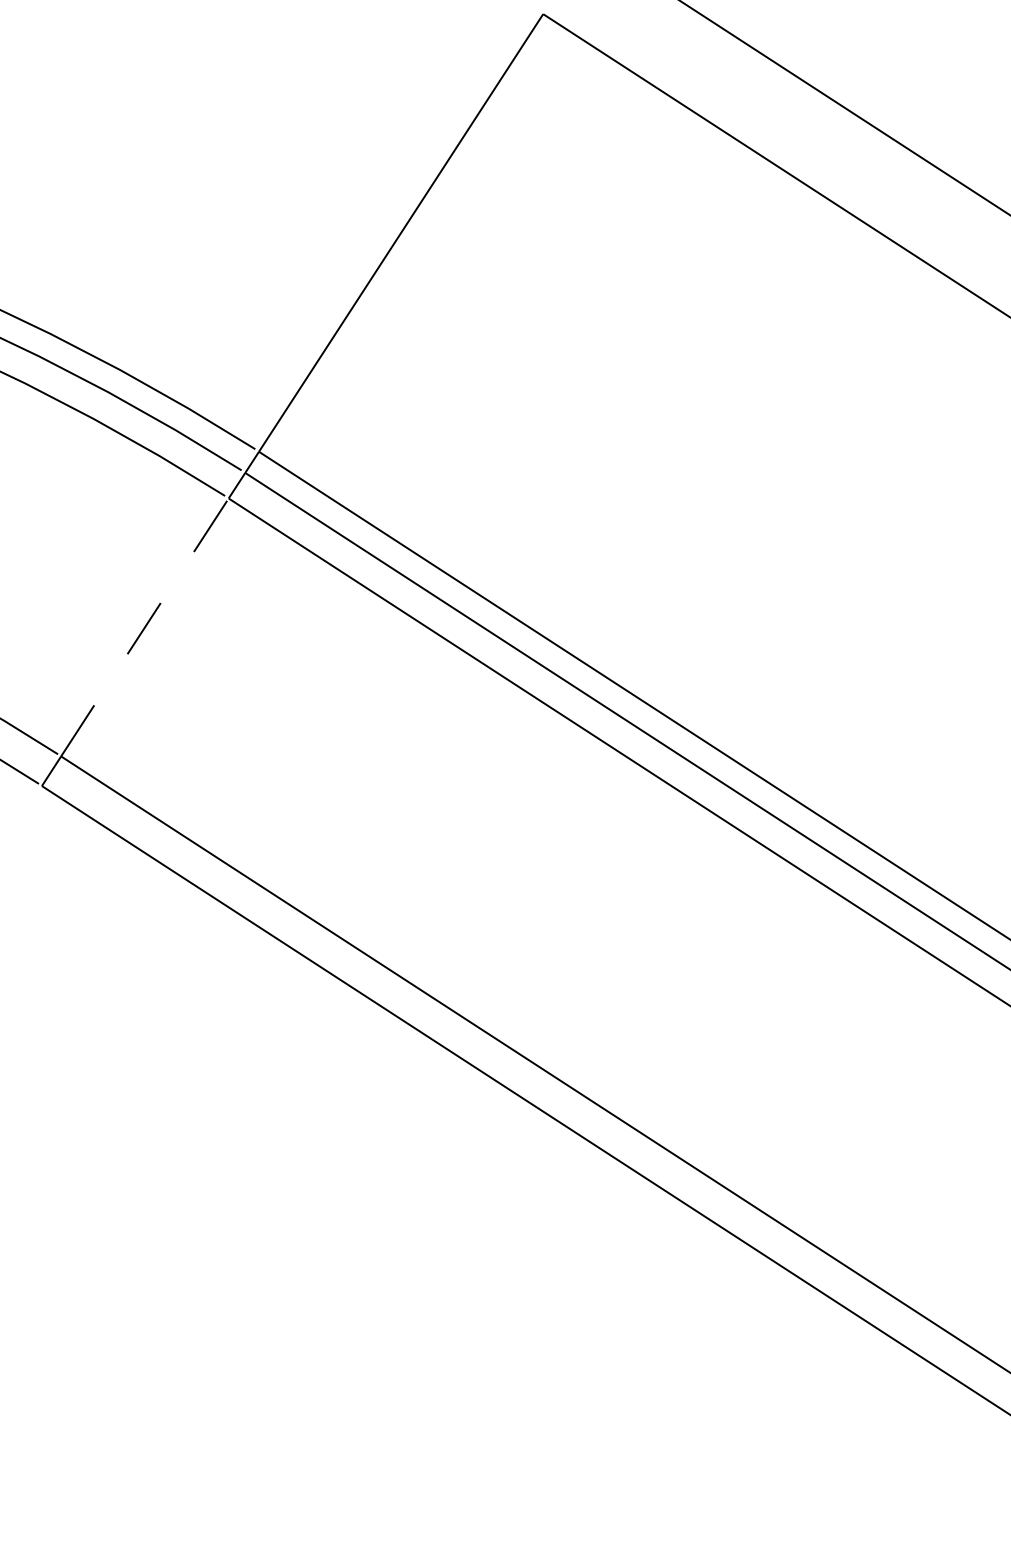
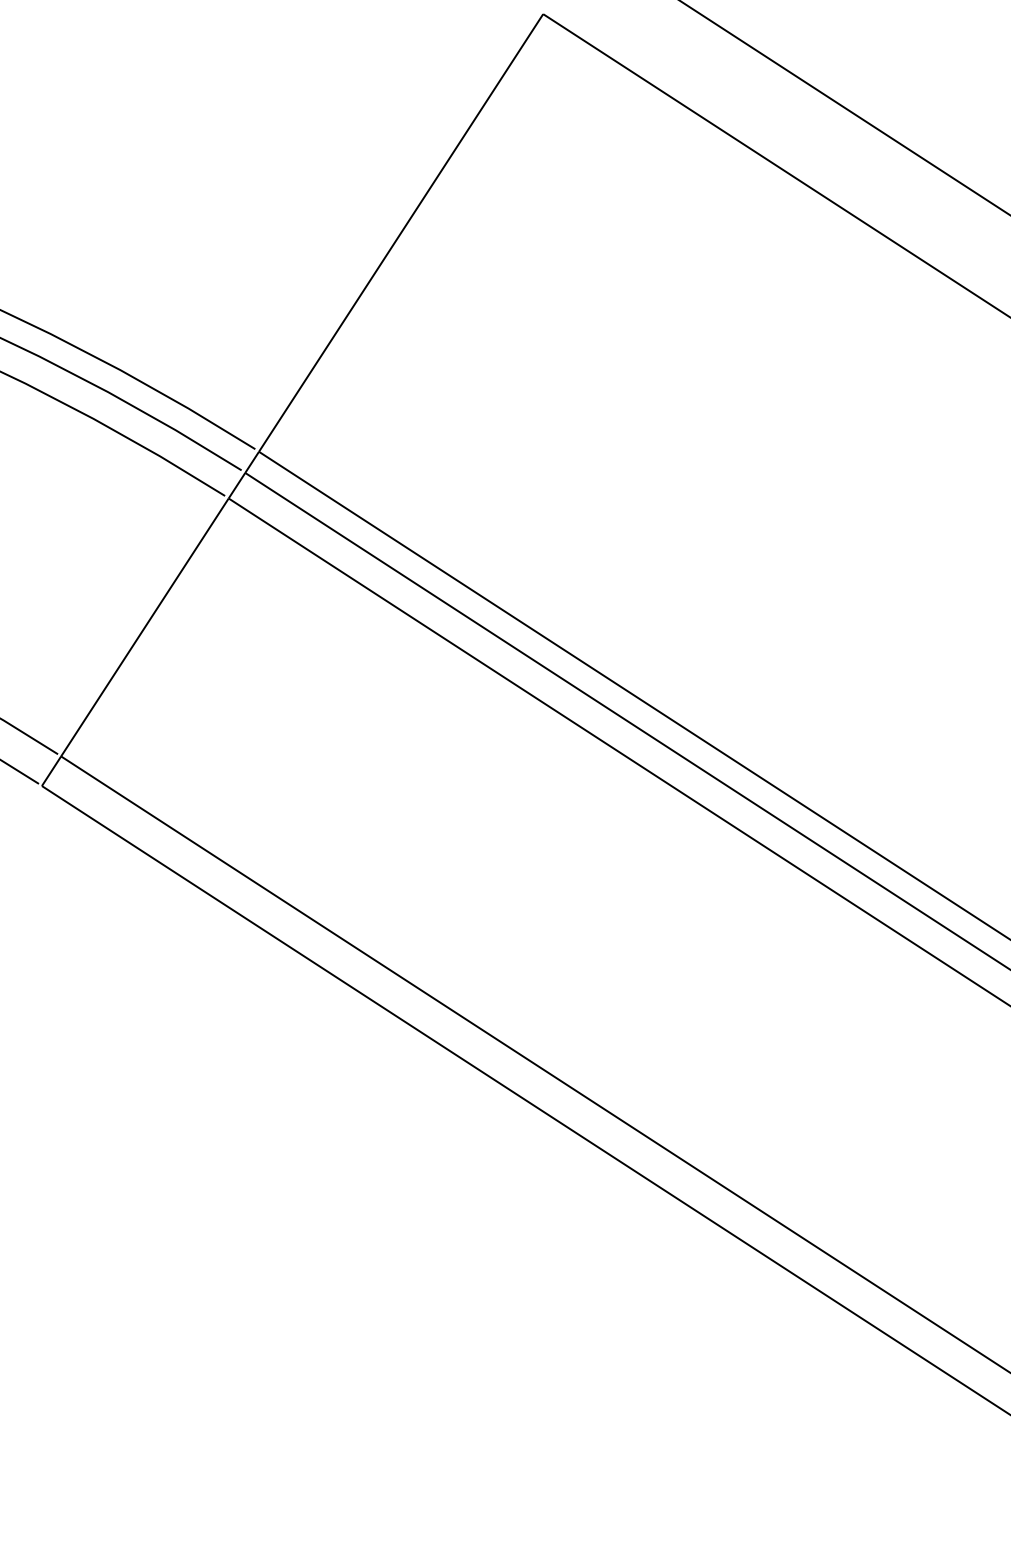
line at (144, 627): dashed -> solid
